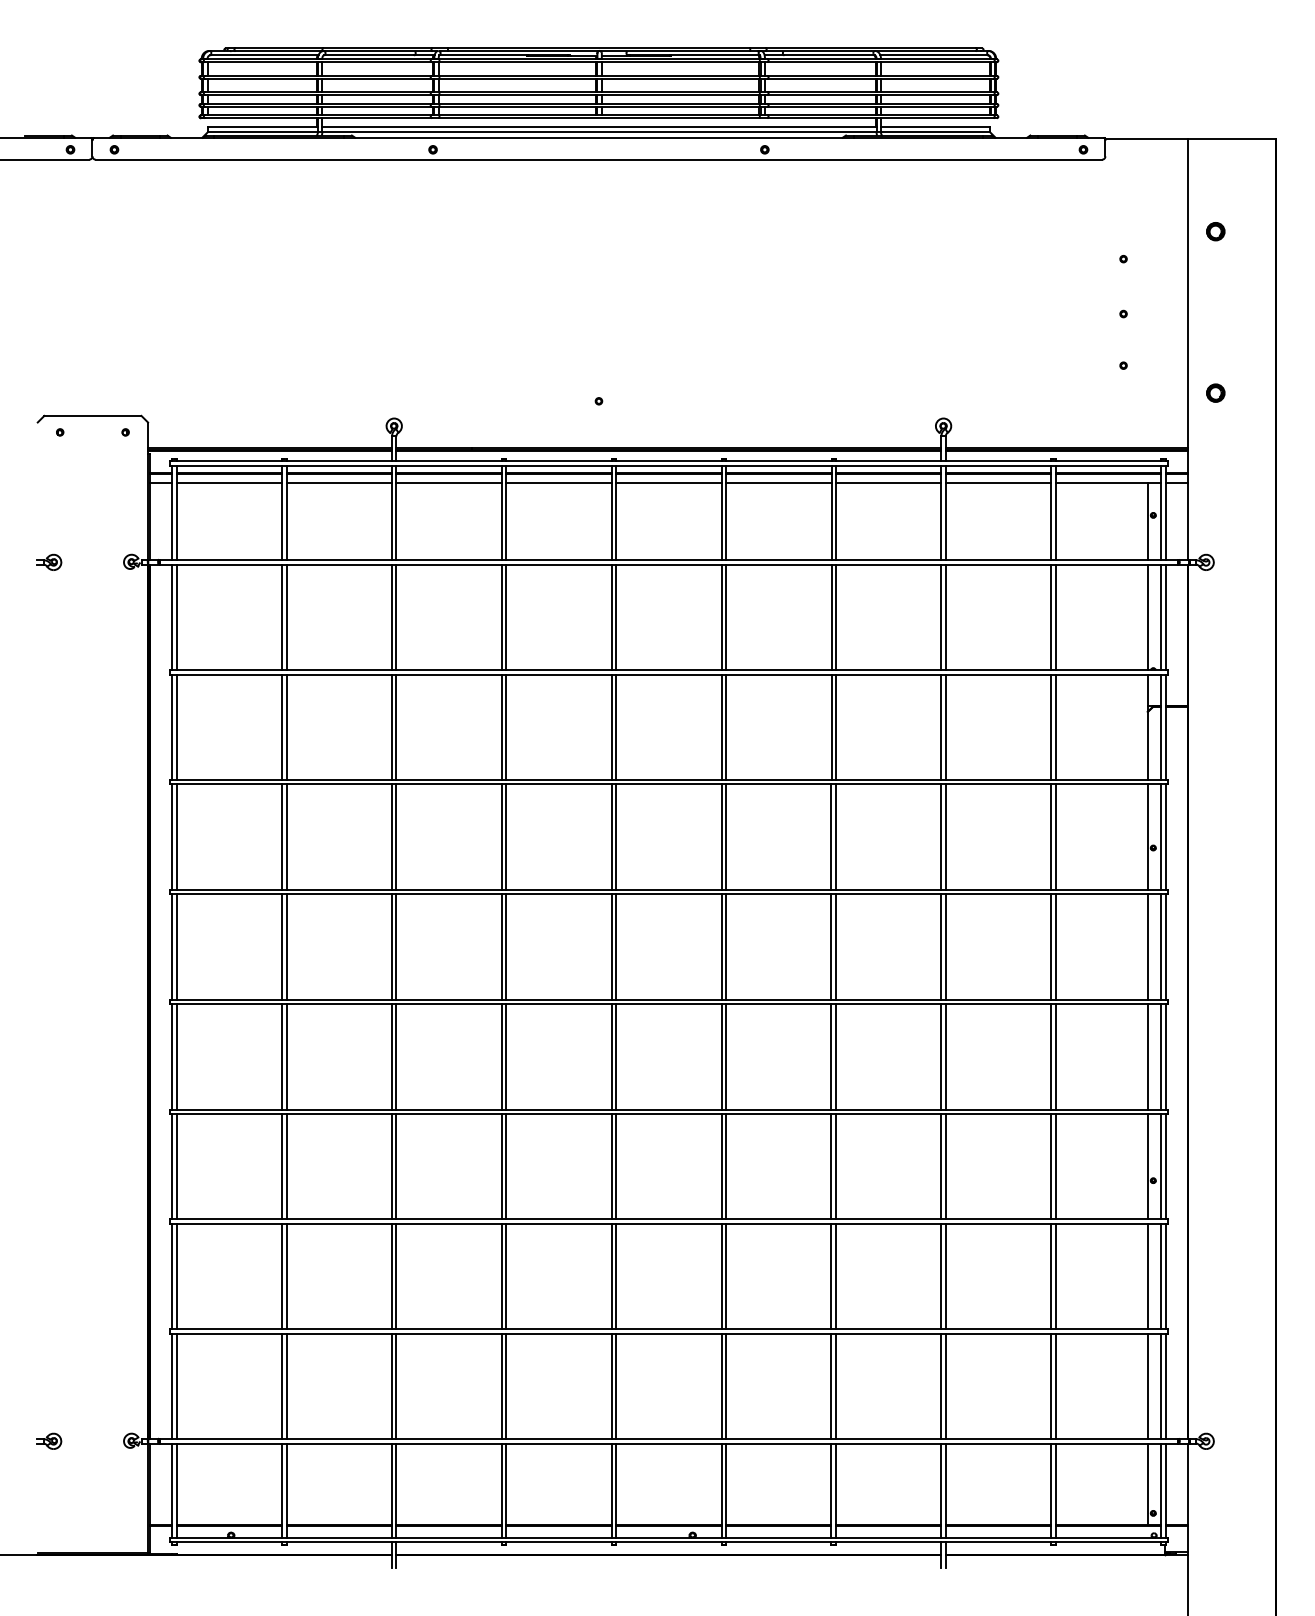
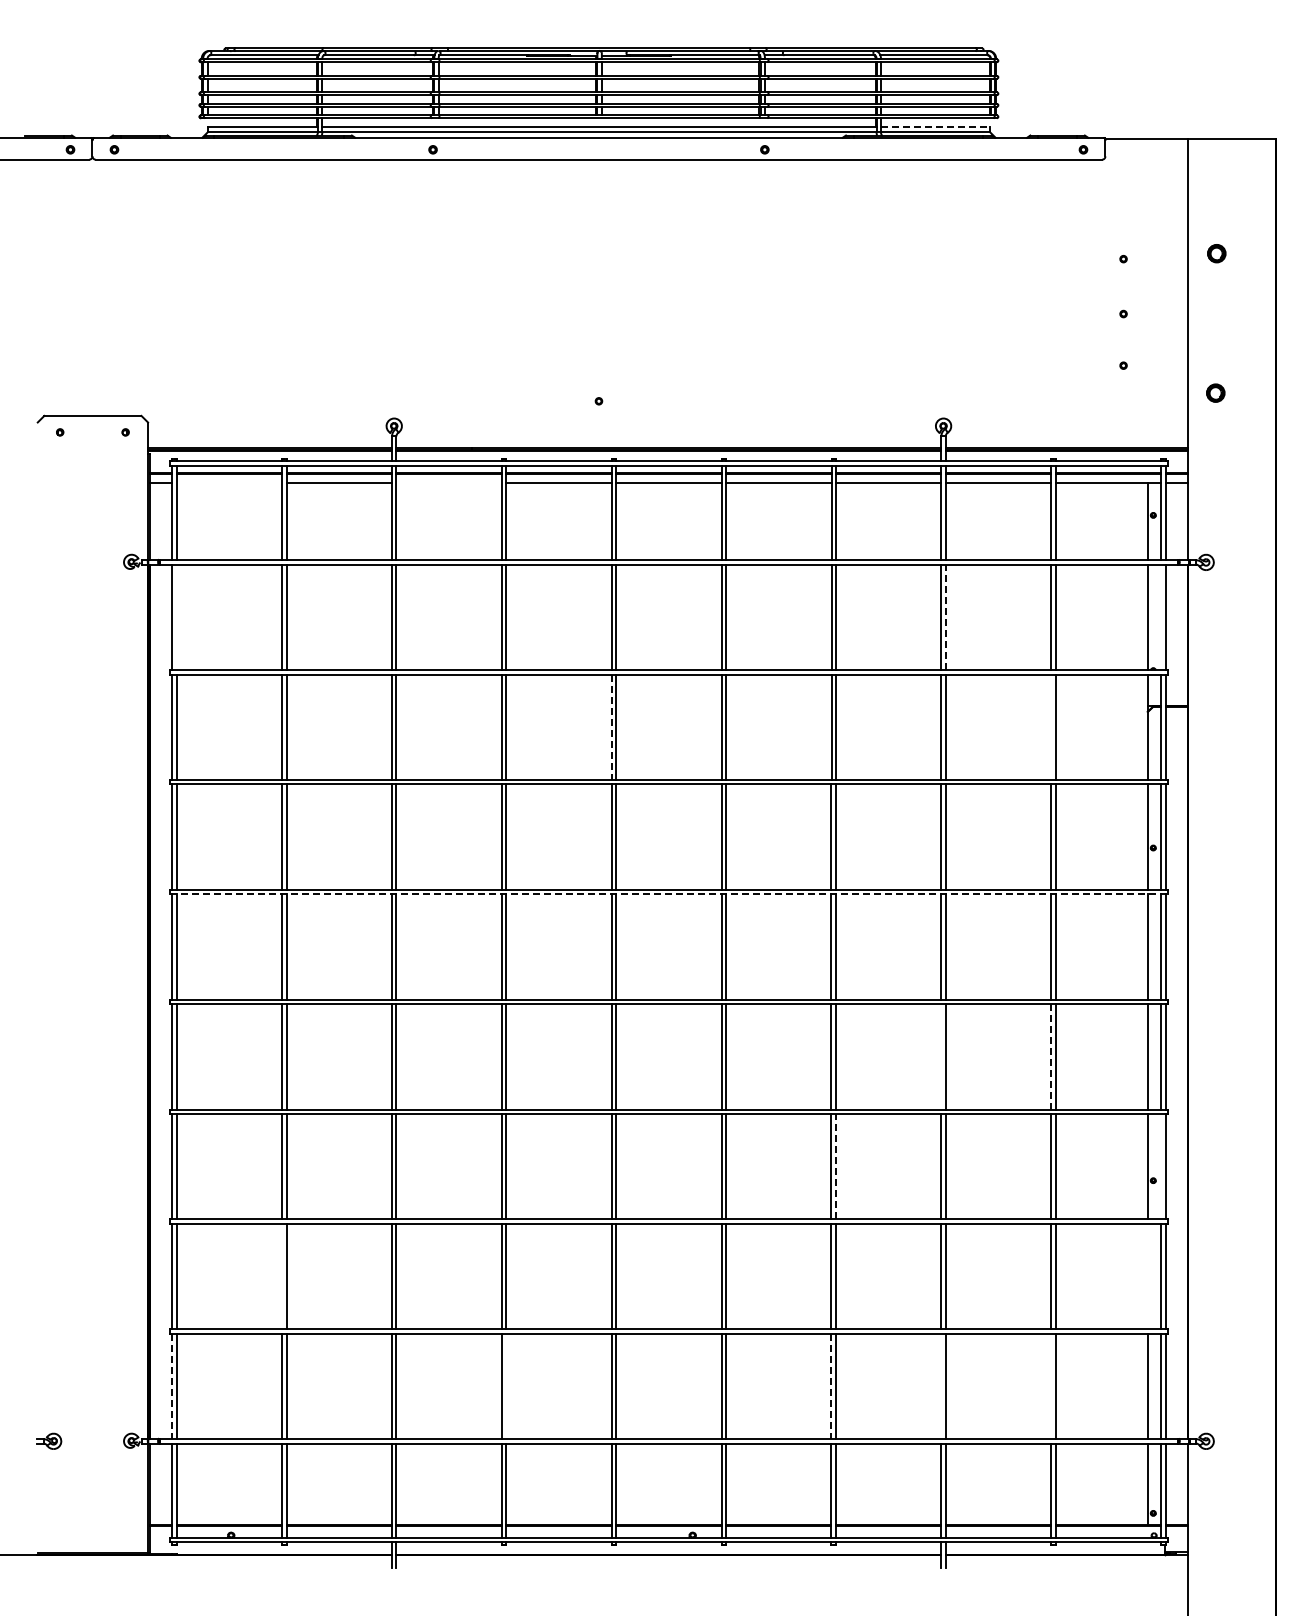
line at (935, 126): solid -> dashed
part at (1215, 231) position: (1215, 231) -> (1216, 253)
line at (229, 482): present -> none
line at (448, 482): present -> none
part at (49, 561): present -> none
line at (176, 617): present -> none
line at (945, 617): solid -> dashed
line at (1161, 617): present -> none
line at (1051, 726): present -> none
line at (611, 727): solid -> dashed
line at (668, 894): solid -> dashed
line at (941, 1056): present -> none
line at (1051, 1056): solid -> dashed
line at (835, 1166): solid -> dashed
line at (1161, 1166): present -> none
line at (282, 1276): present -> none
line at (1147, 1276): present -> none
line at (172, 1386): solid -> dashed
line at (506, 1386): present -> none
line at (831, 1386): solid -> dashed
line at (941, 1386): present -> none
line at (1051, 1386): present -> none
